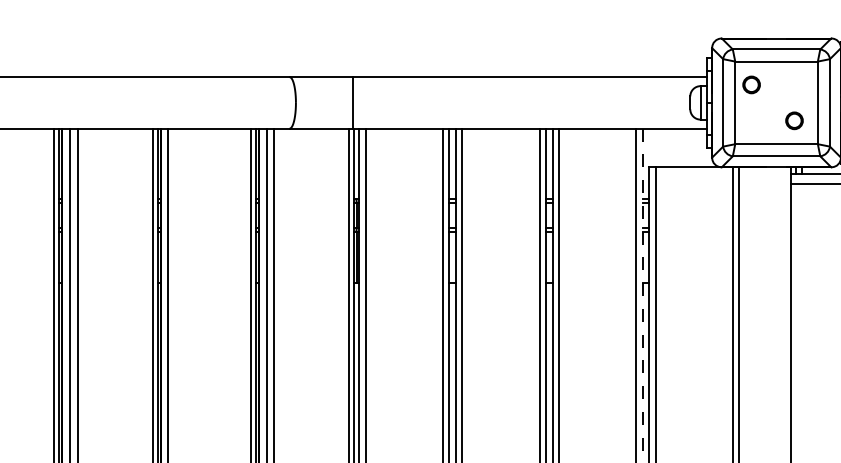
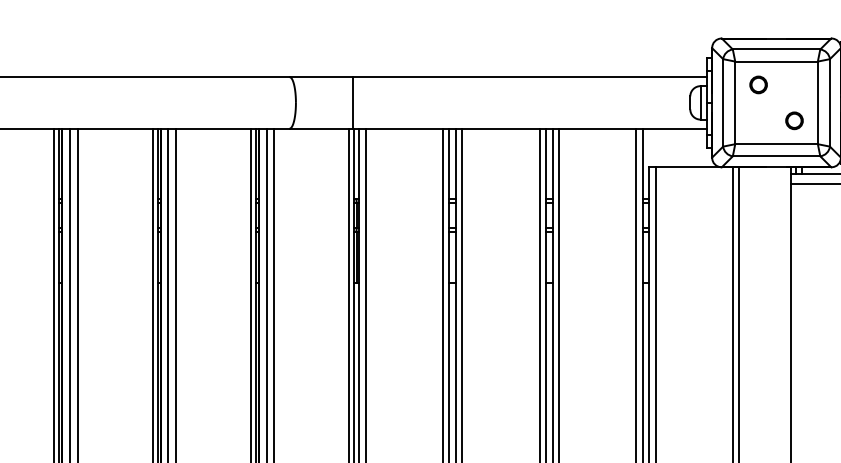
part at (751, 84) position: (751, 84) -> (758, 84)
line at (175, 293): none -> present
line at (642, 295): dashed -> solid
